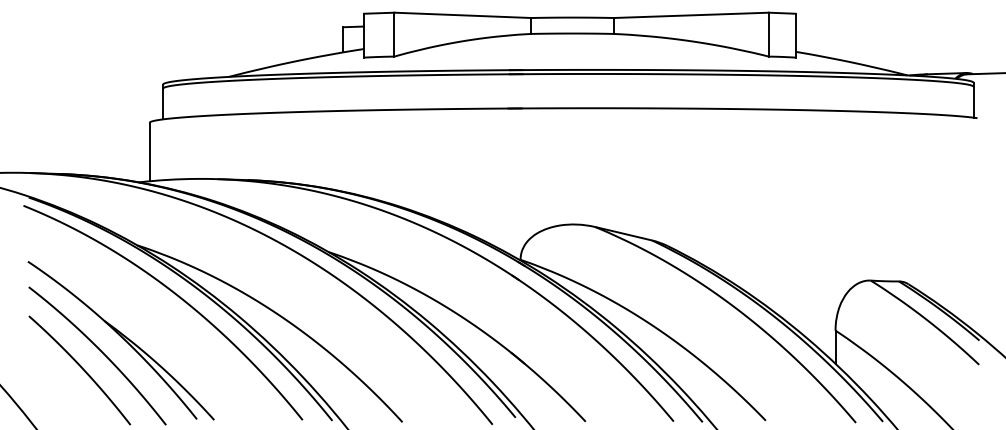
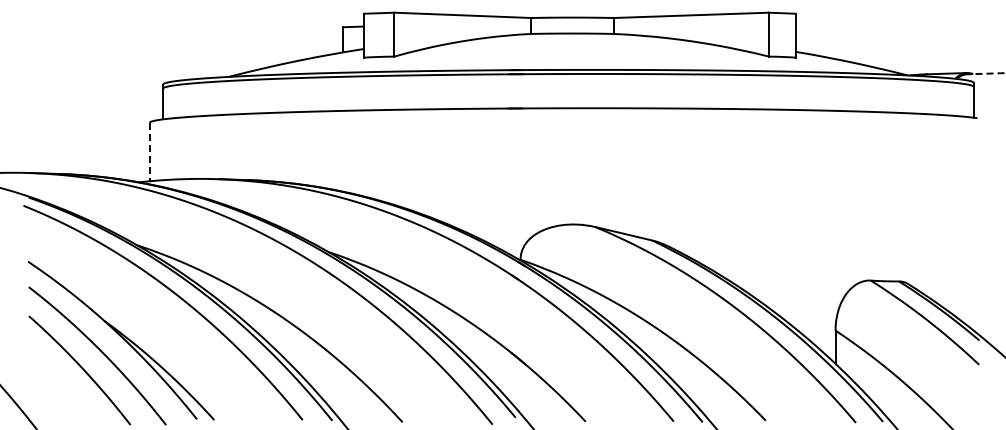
line at (986, 73): solid -> dashed
line at (149, 152): solid -> dashed
